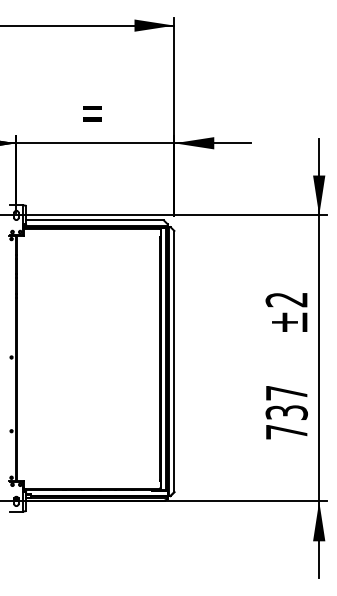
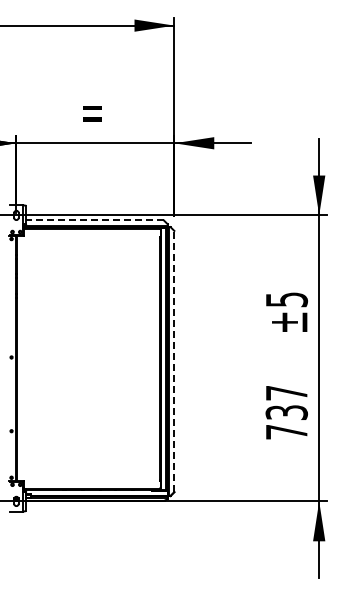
line at (95, 220): solid -> dashed
text at (286, 299): ±2 -> ±5
line at (174, 361): solid -> dashed
